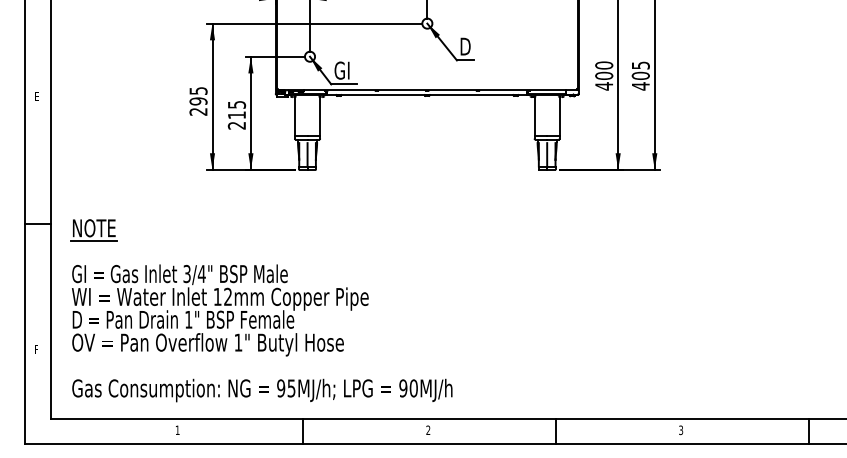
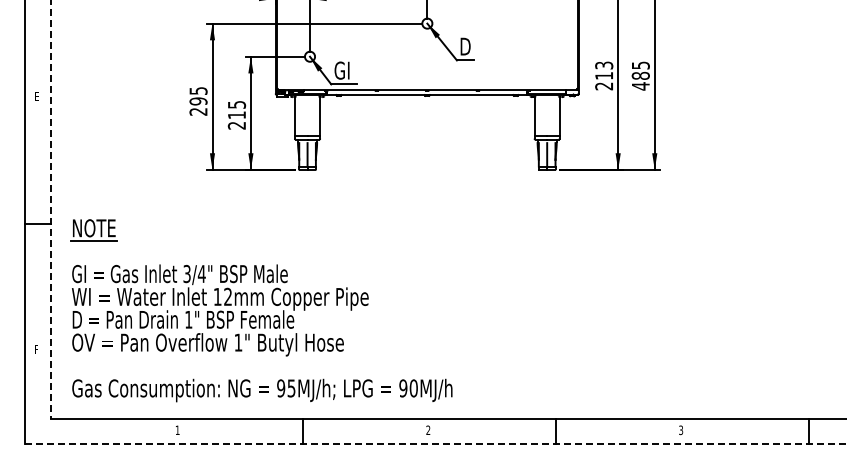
text at (604, 75): 400 -> 213
text at (640, 75): 405 -> 485
line at (50, 210): solid -> dashed
line at (436, 444): solid -> dashed
